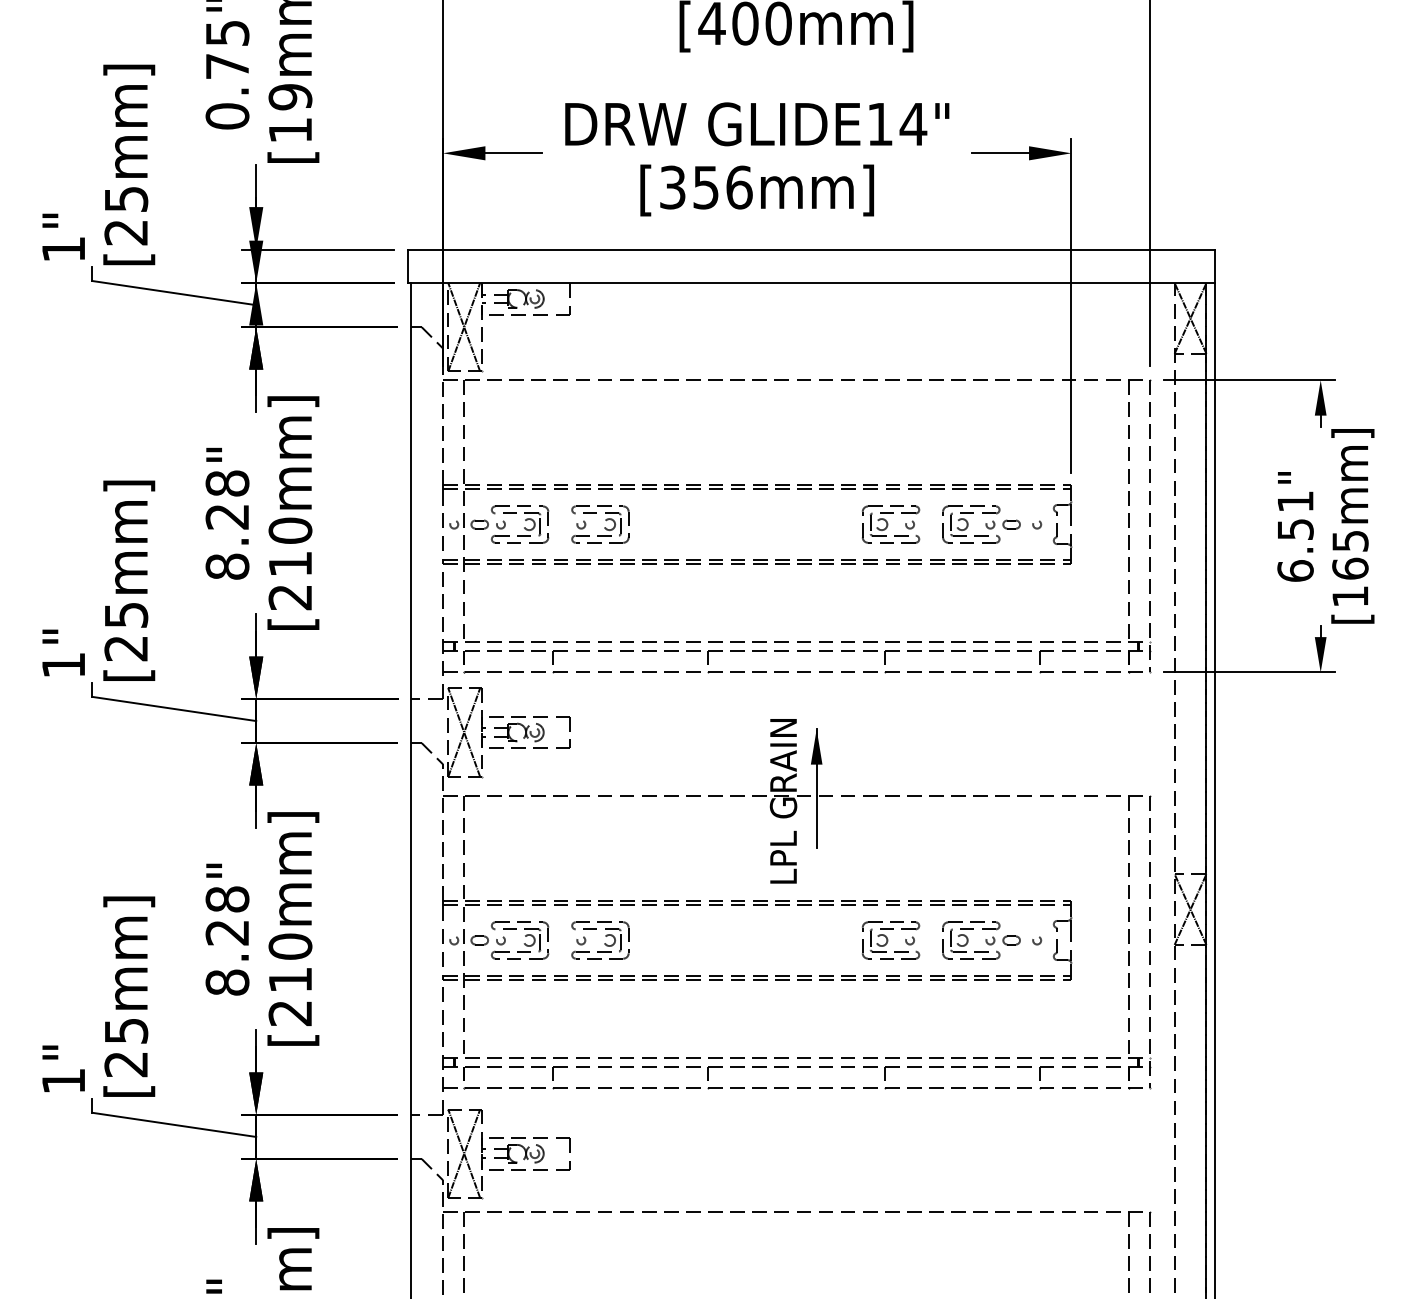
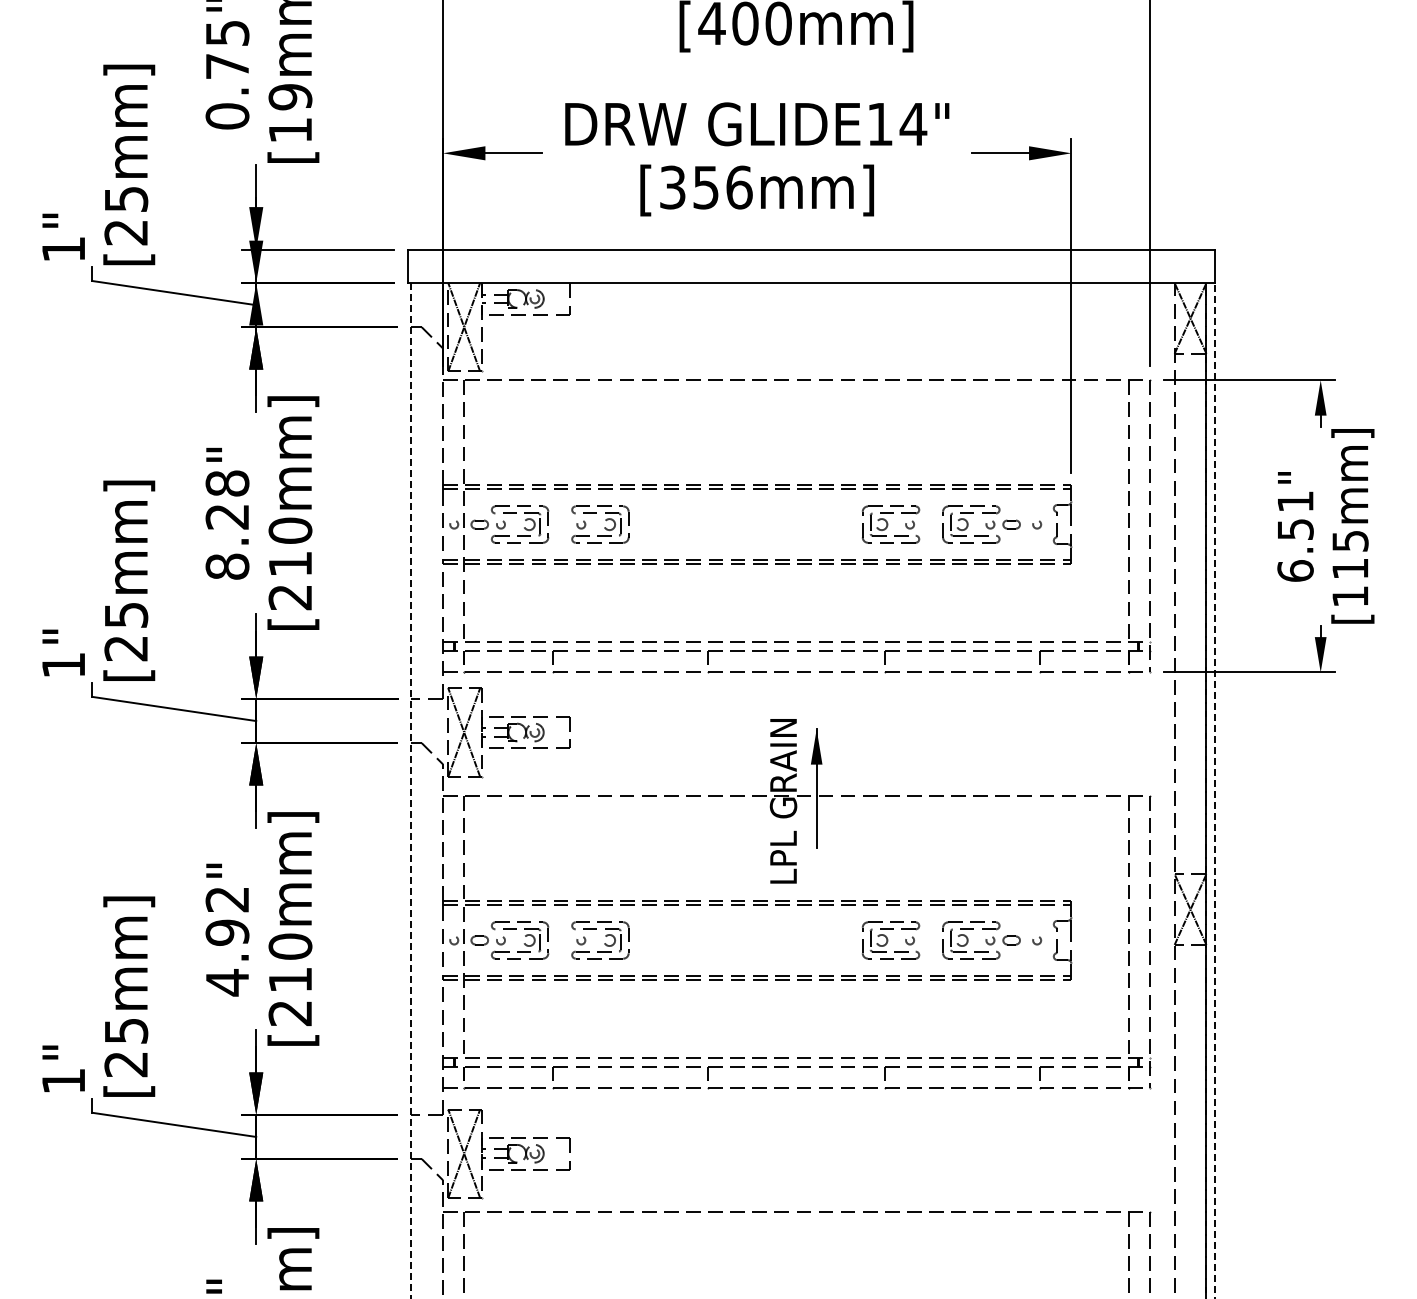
text at (1350, 568): [165mm] -> [115mm]
line at (411, 791): solid -> dashed
line at (1215, 791): solid -> dashed
text at (227, 941): 8.28" -> 4.92"
